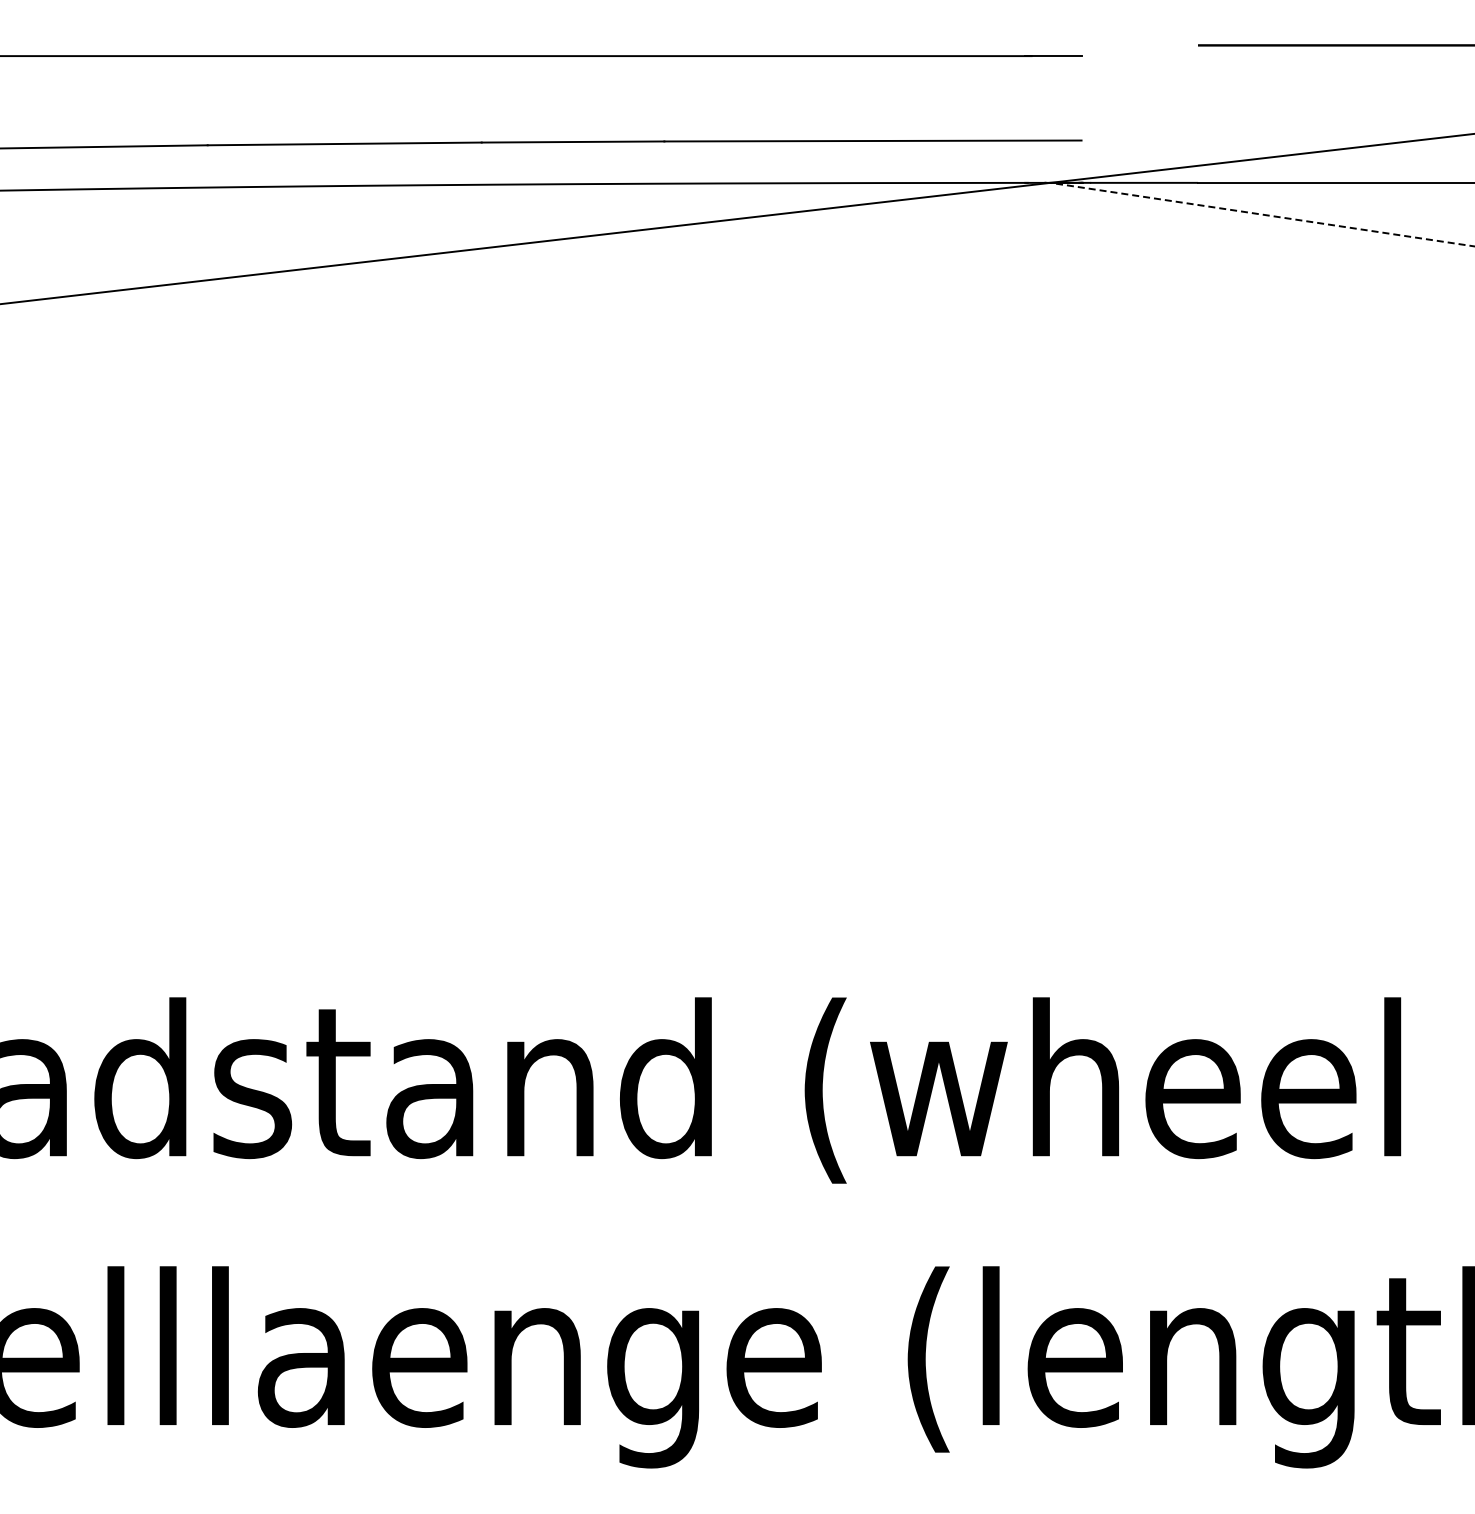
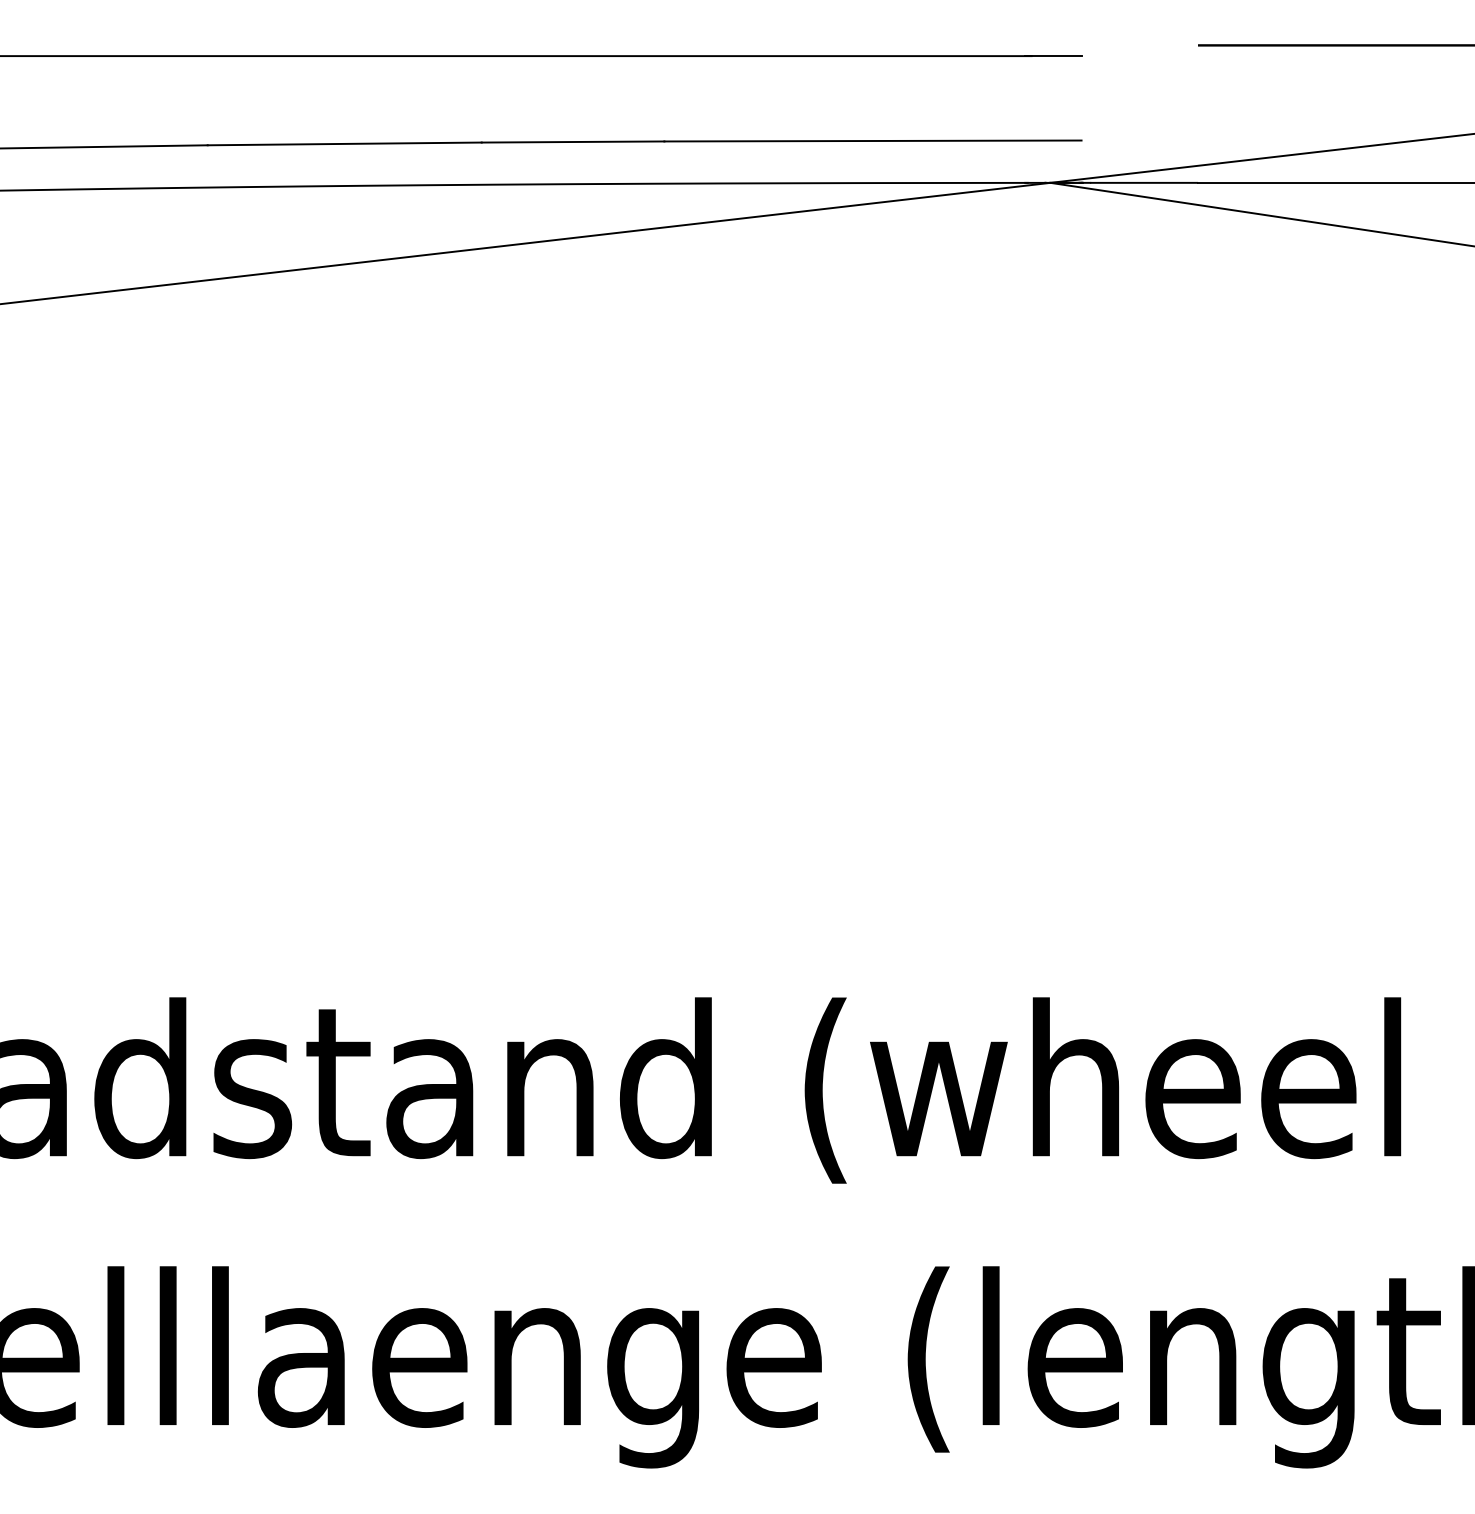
line at (1262, 214): dashed -> solid
